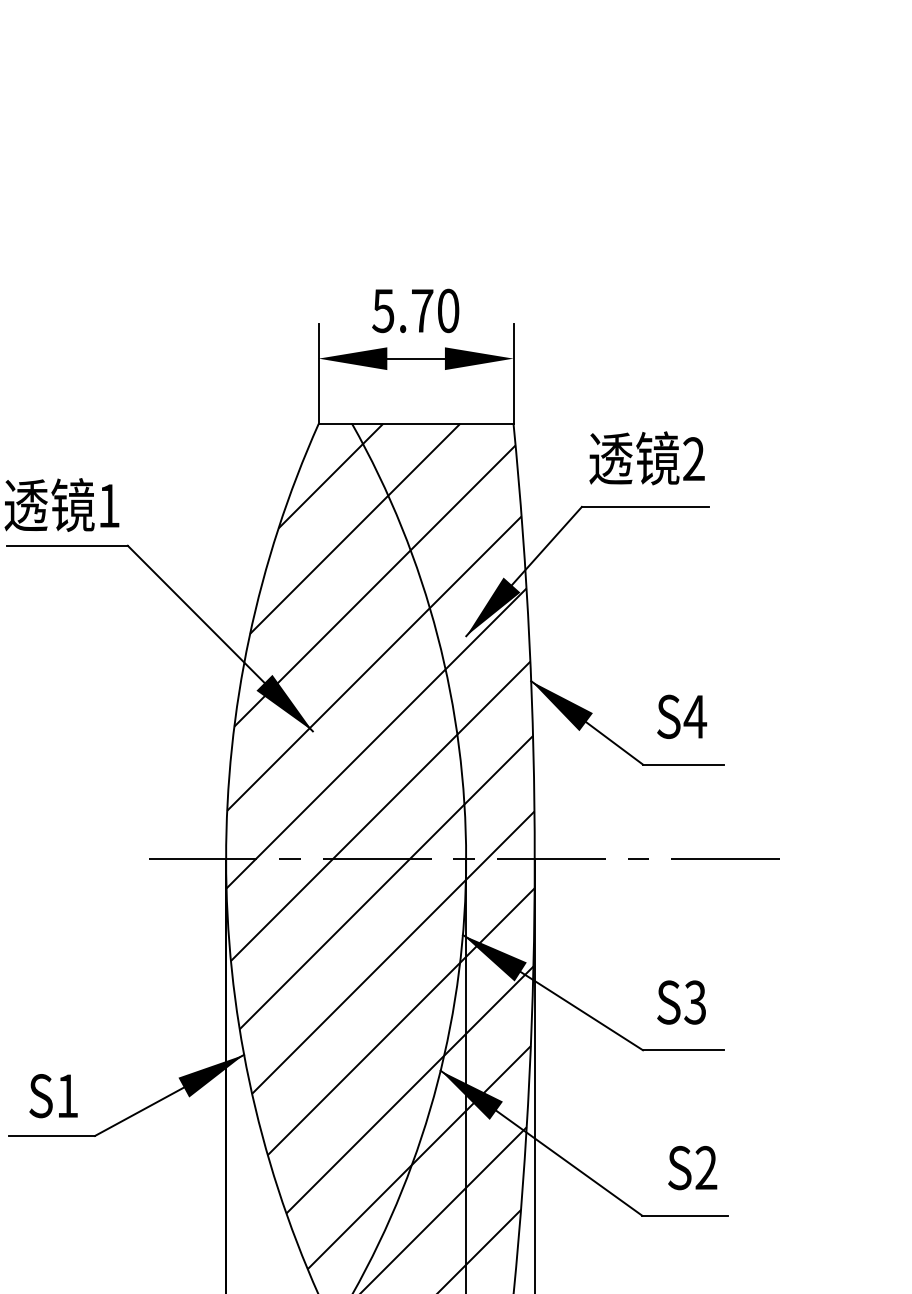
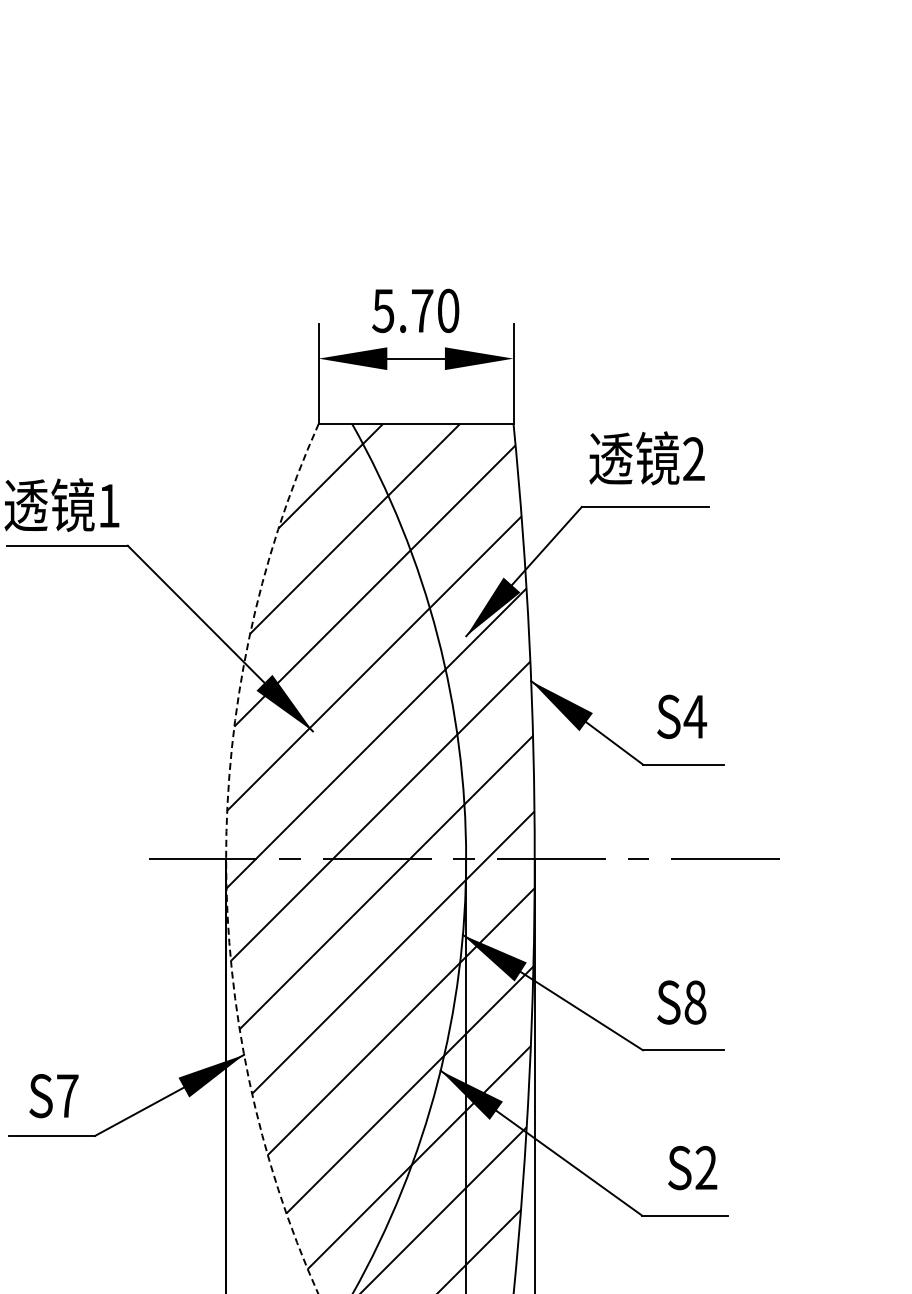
arc at (226, 859): solid -> dashed
text at (695, 1002): S3 -> S8
text at (67, 1095): S1 -> S7
